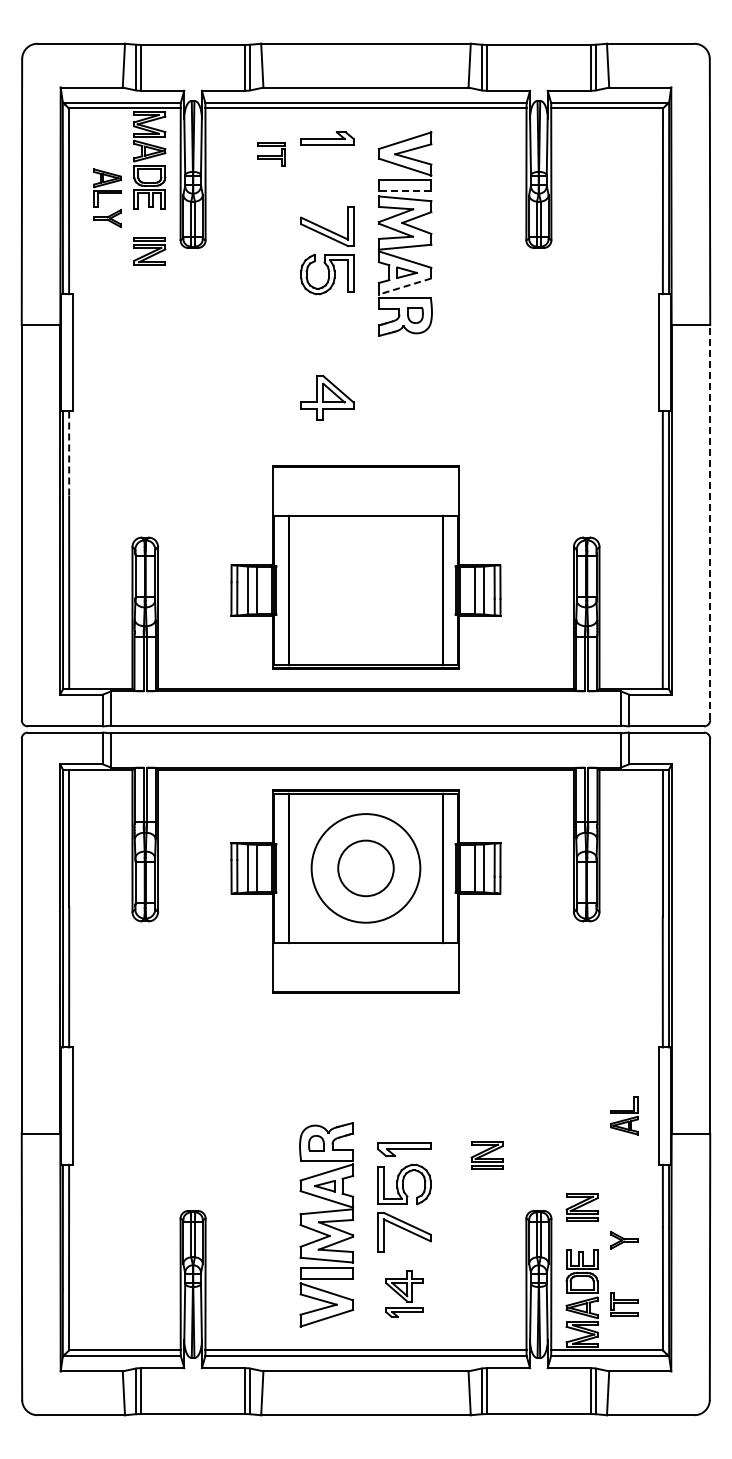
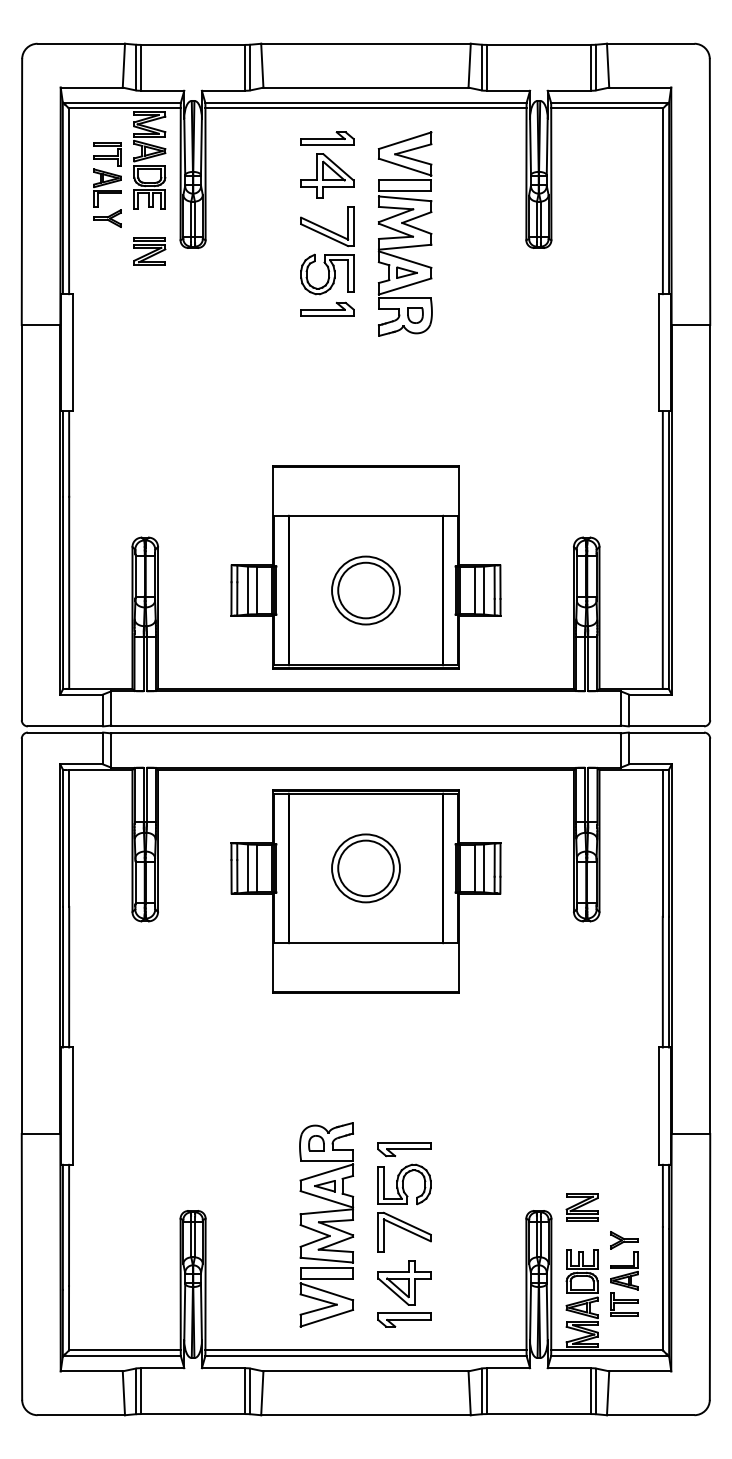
part at (271, 154) position: (271, 154) -> (107, 154)
line at (404, 190): dashed -> solid
line at (404, 286): dashed -> solid
part at (327, 308): none -> present
part at (327, 397) position: (327, 397) -> (327, 175)
line at (69, 454): dashed -> solid
line at (710, 522): dashed -> solid
part at (365, 590): none -> present
circle at (365, 868) diameter: 109 px -> 68 px
part at (624, 1115) position: (624, 1115) -> (624, 1270)
part at (486, 1155): present -> none
part at (404, 1293) size: 39x48 px -> 55x68 px
